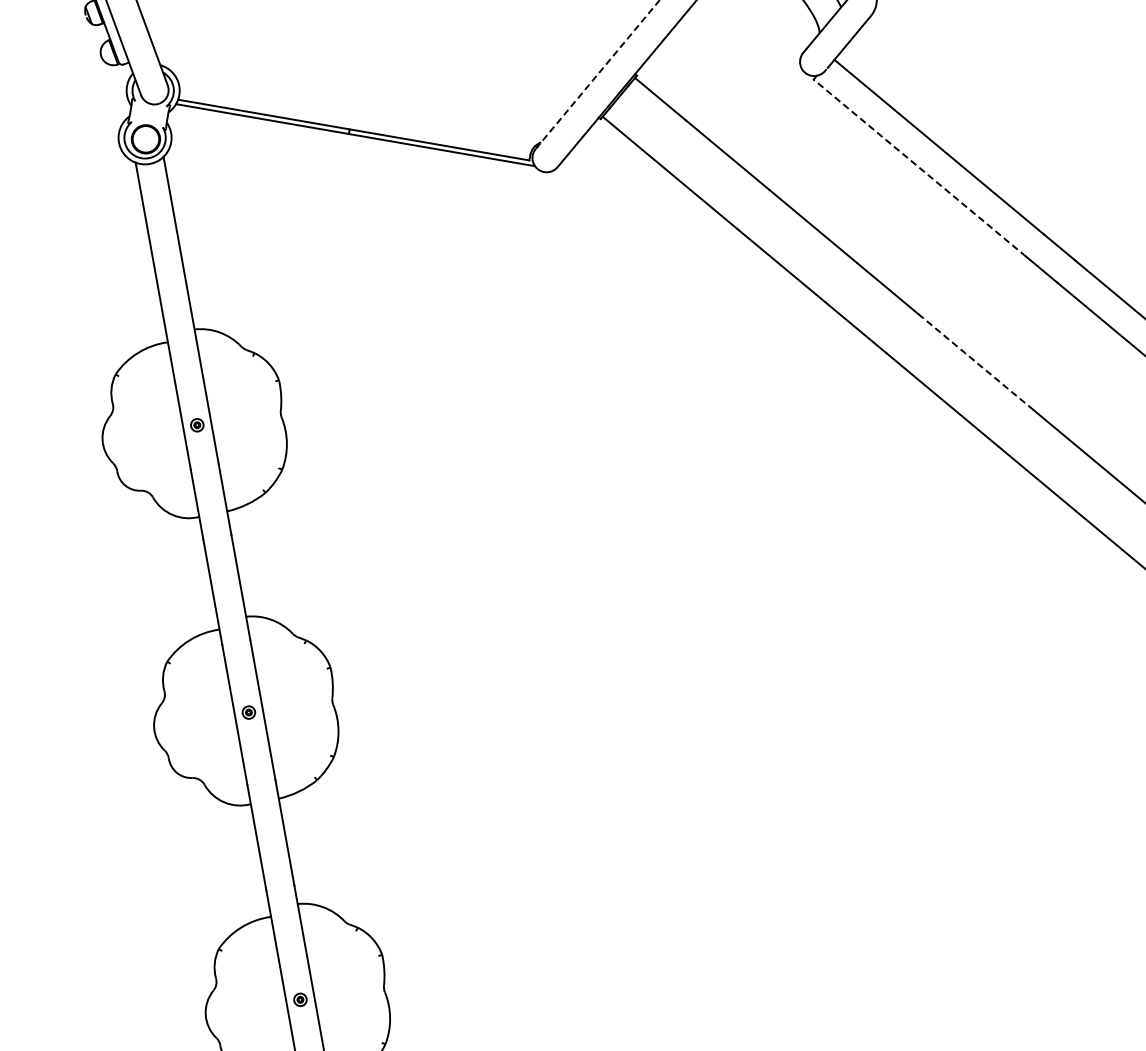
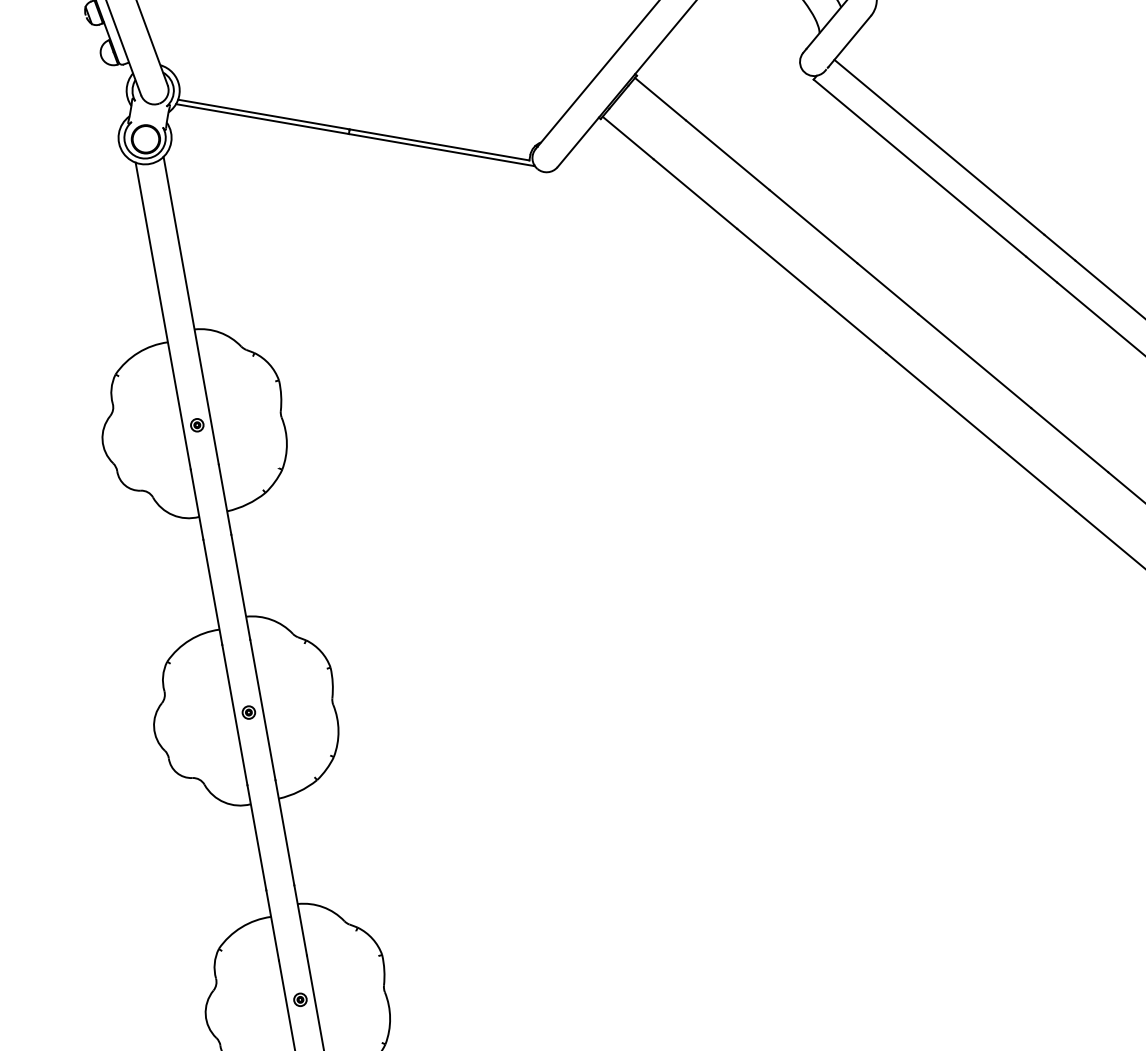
line at (597, 74): dashed -> solid
line at (919, 167): dashed -> solid
line at (975, 361): dashed -> solid
